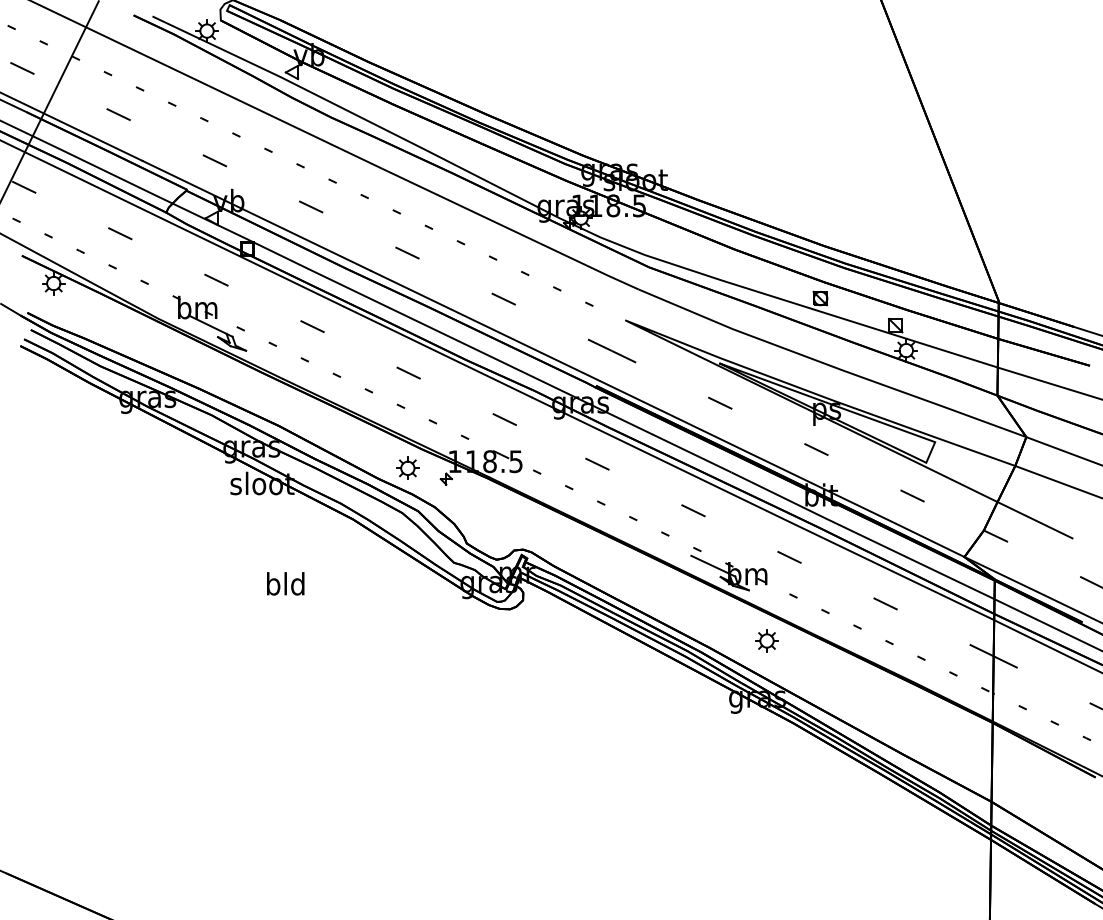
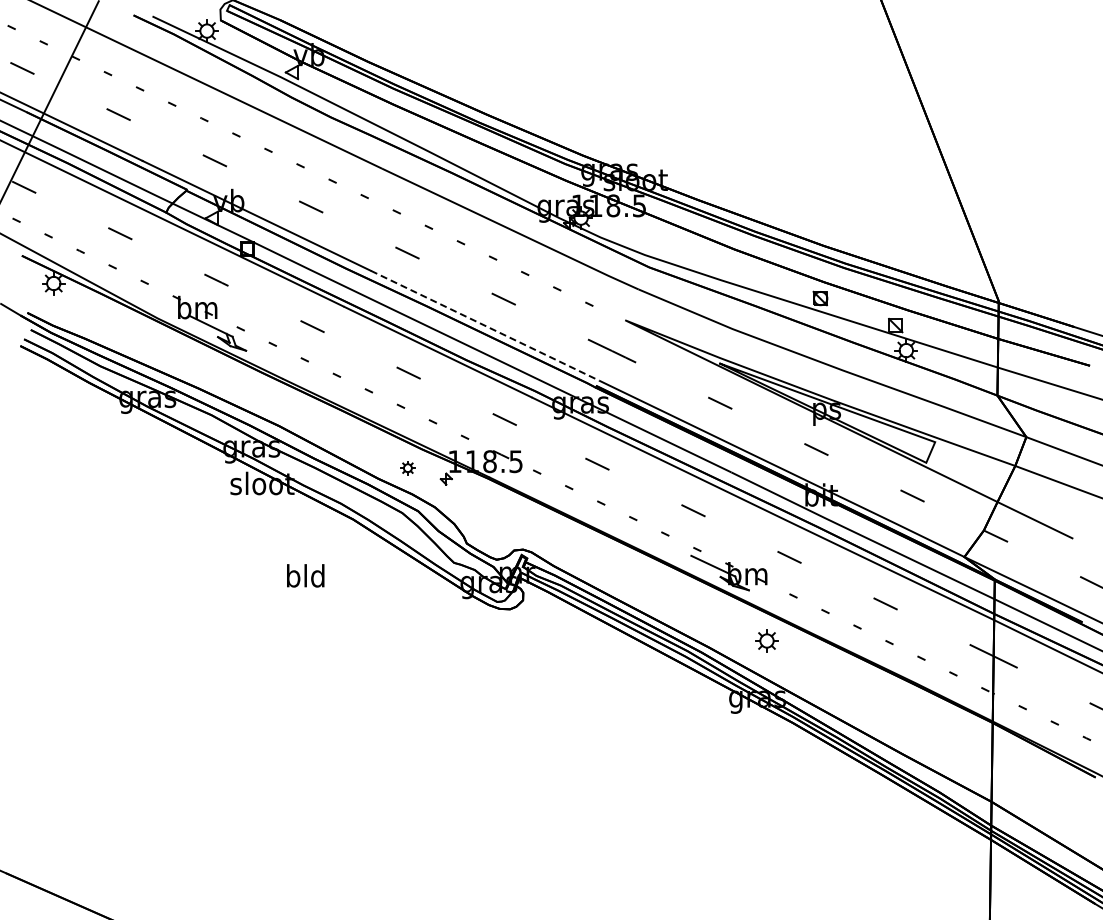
line at (485, 325): solid -> dashed
part at (407, 467) size: 24x24 px -> 16x15 px
text at (285, 583) position: (285, 583) -> (305, 575)
